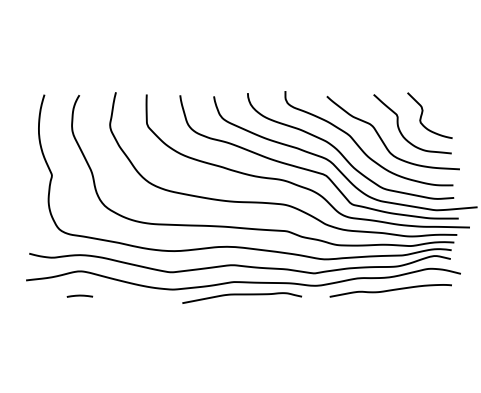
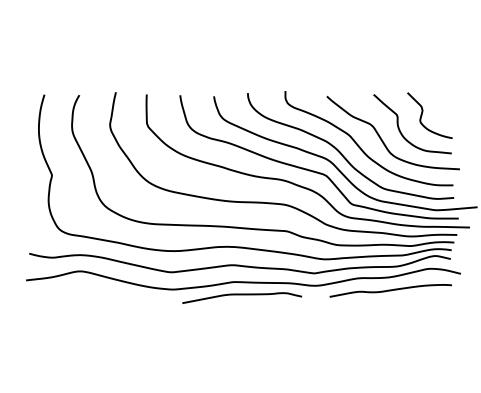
line at (79, 295): present -> none
